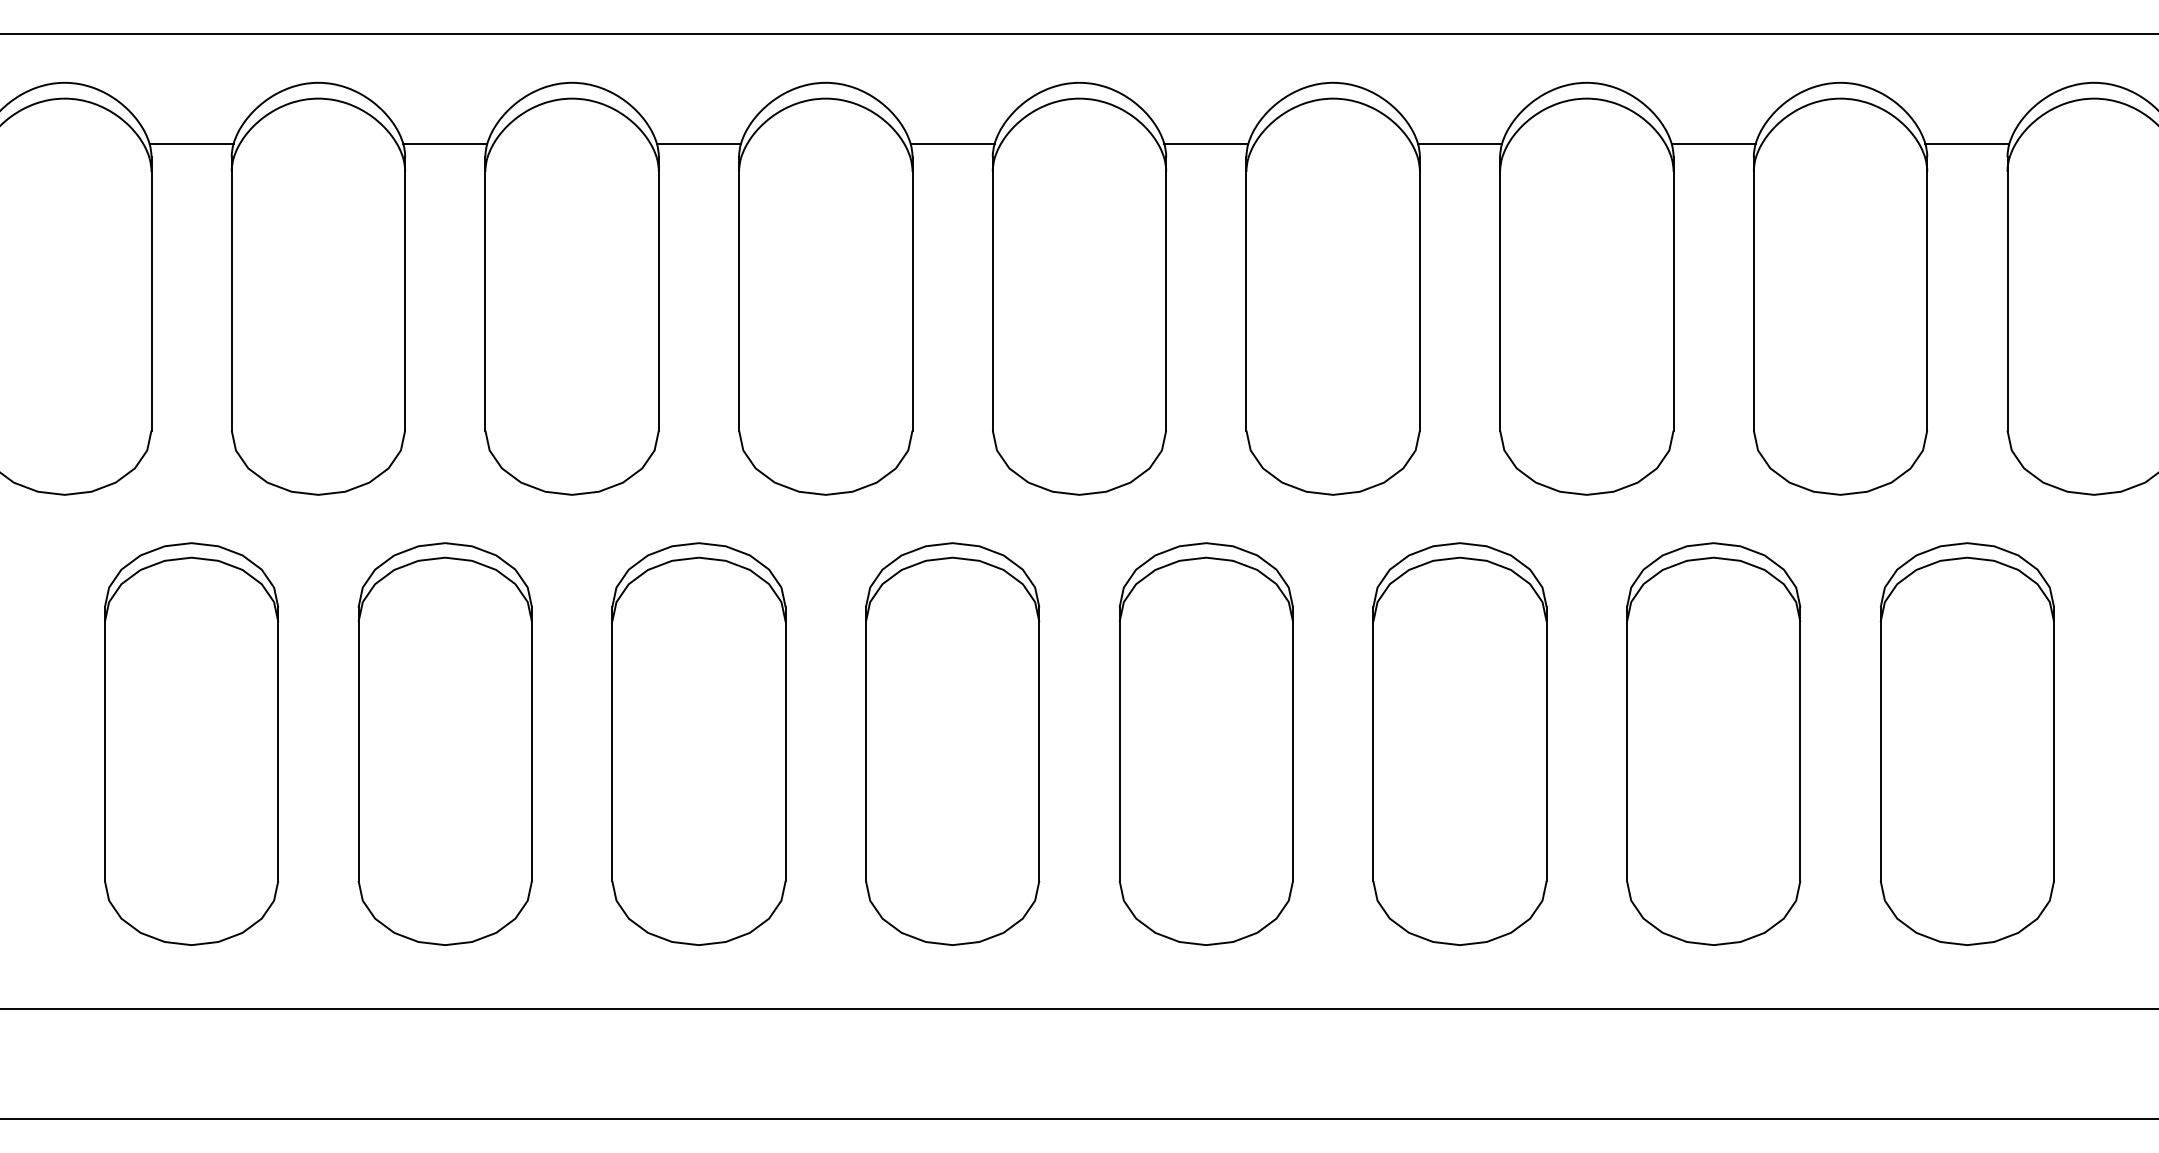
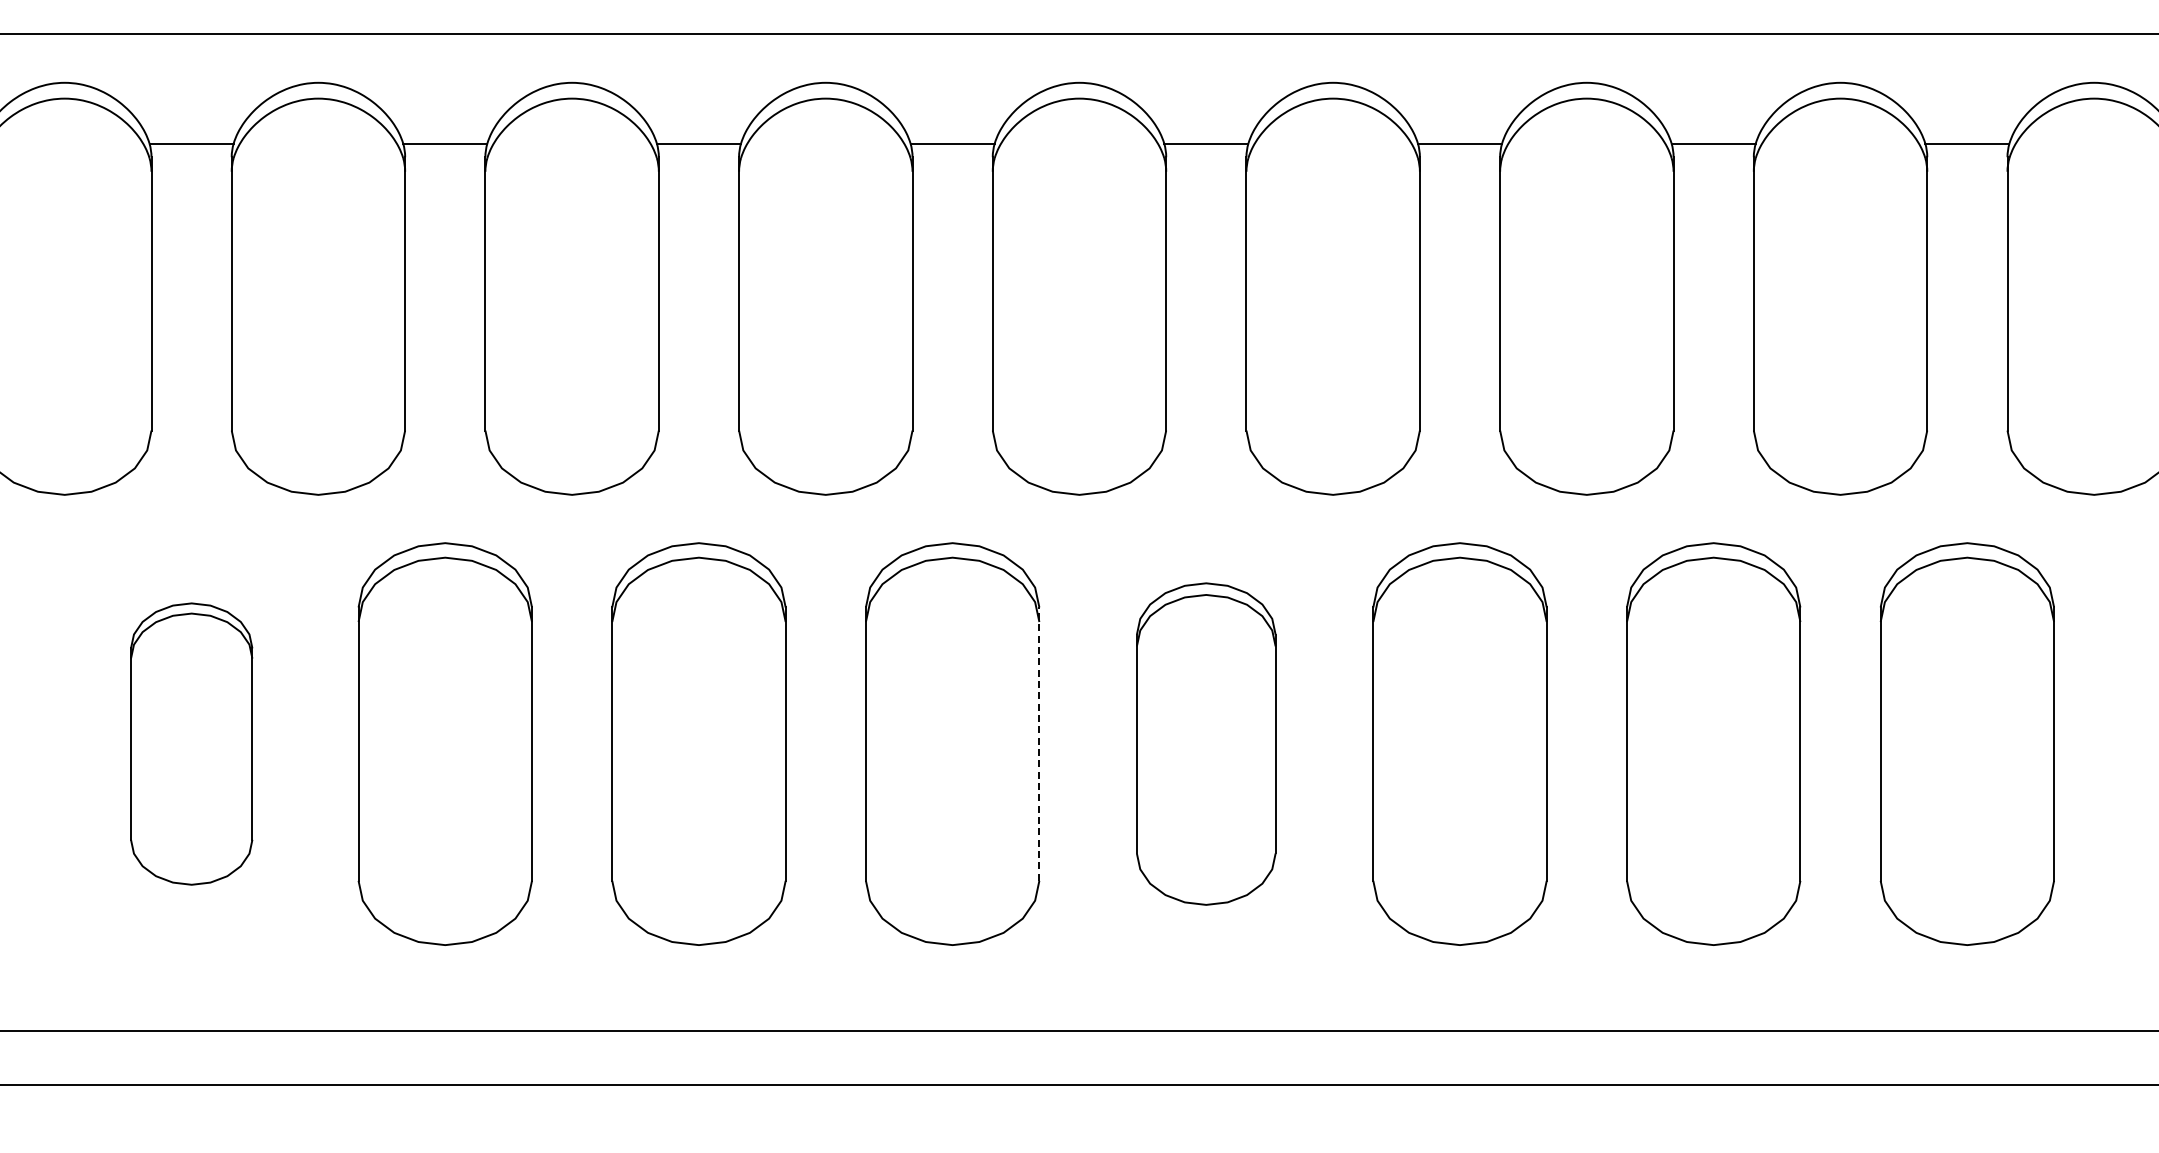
part at (191, 743) size: 176x404 px -> 124x284 px
part at (1205, 743) size: 176x404 px -> 141x324 px
line at (1039, 744): solid -> dashed
line at (1078, 1009) position: (1078, 1009) -> (1078, 1031)
line at (1078, 1118) position: (1078, 1118) -> (1078, 1084)
